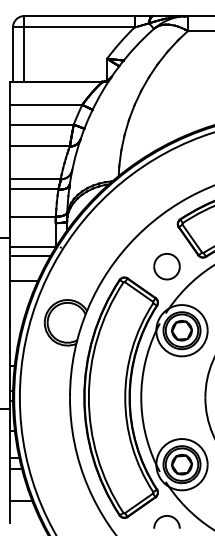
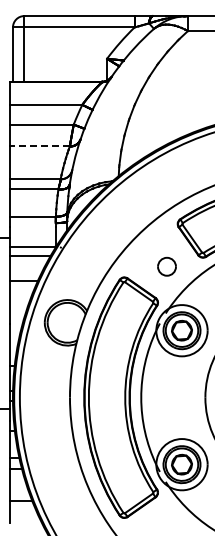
line at (39, 146): solid -> dashed
part at (166, 266) size: 28x28 px -> 20x21 px
arc at (164, 517): present -> none
